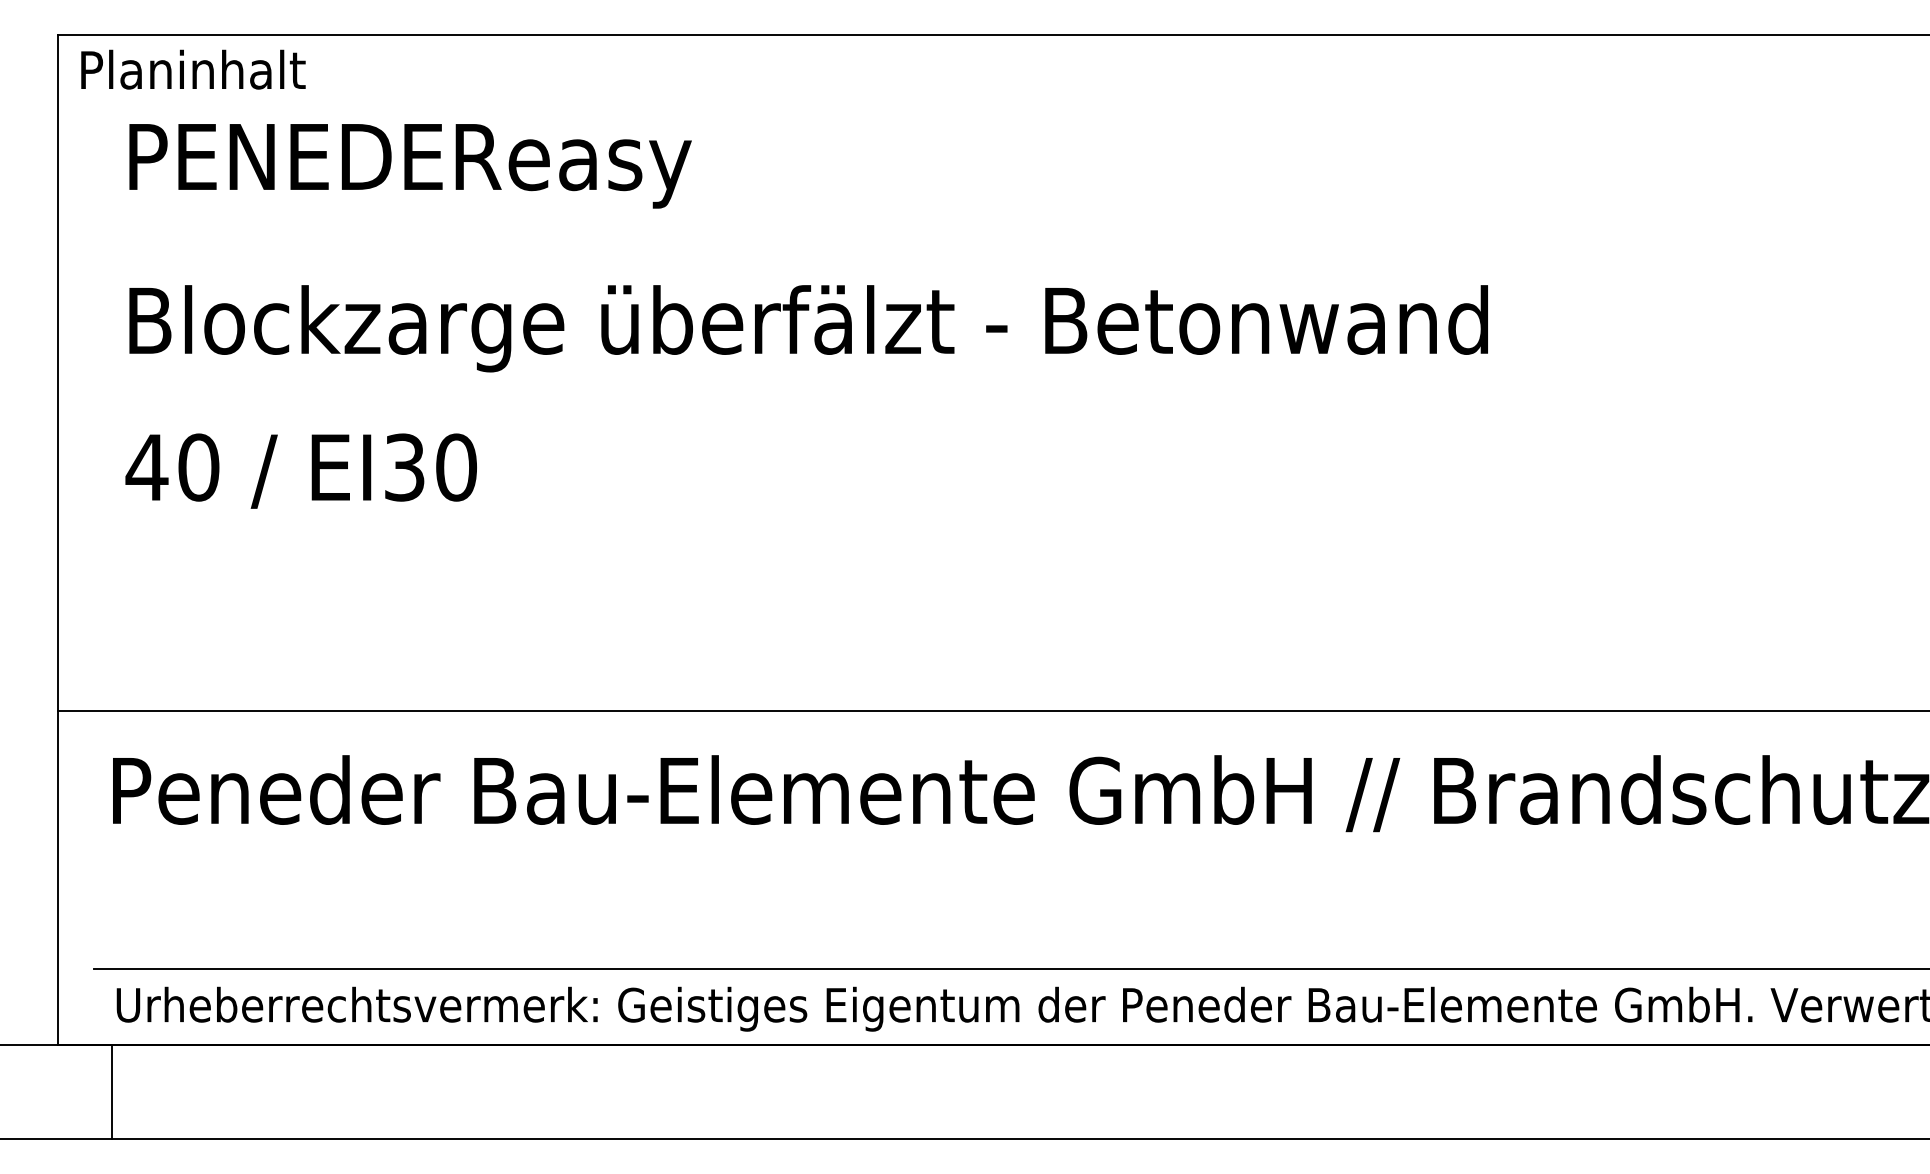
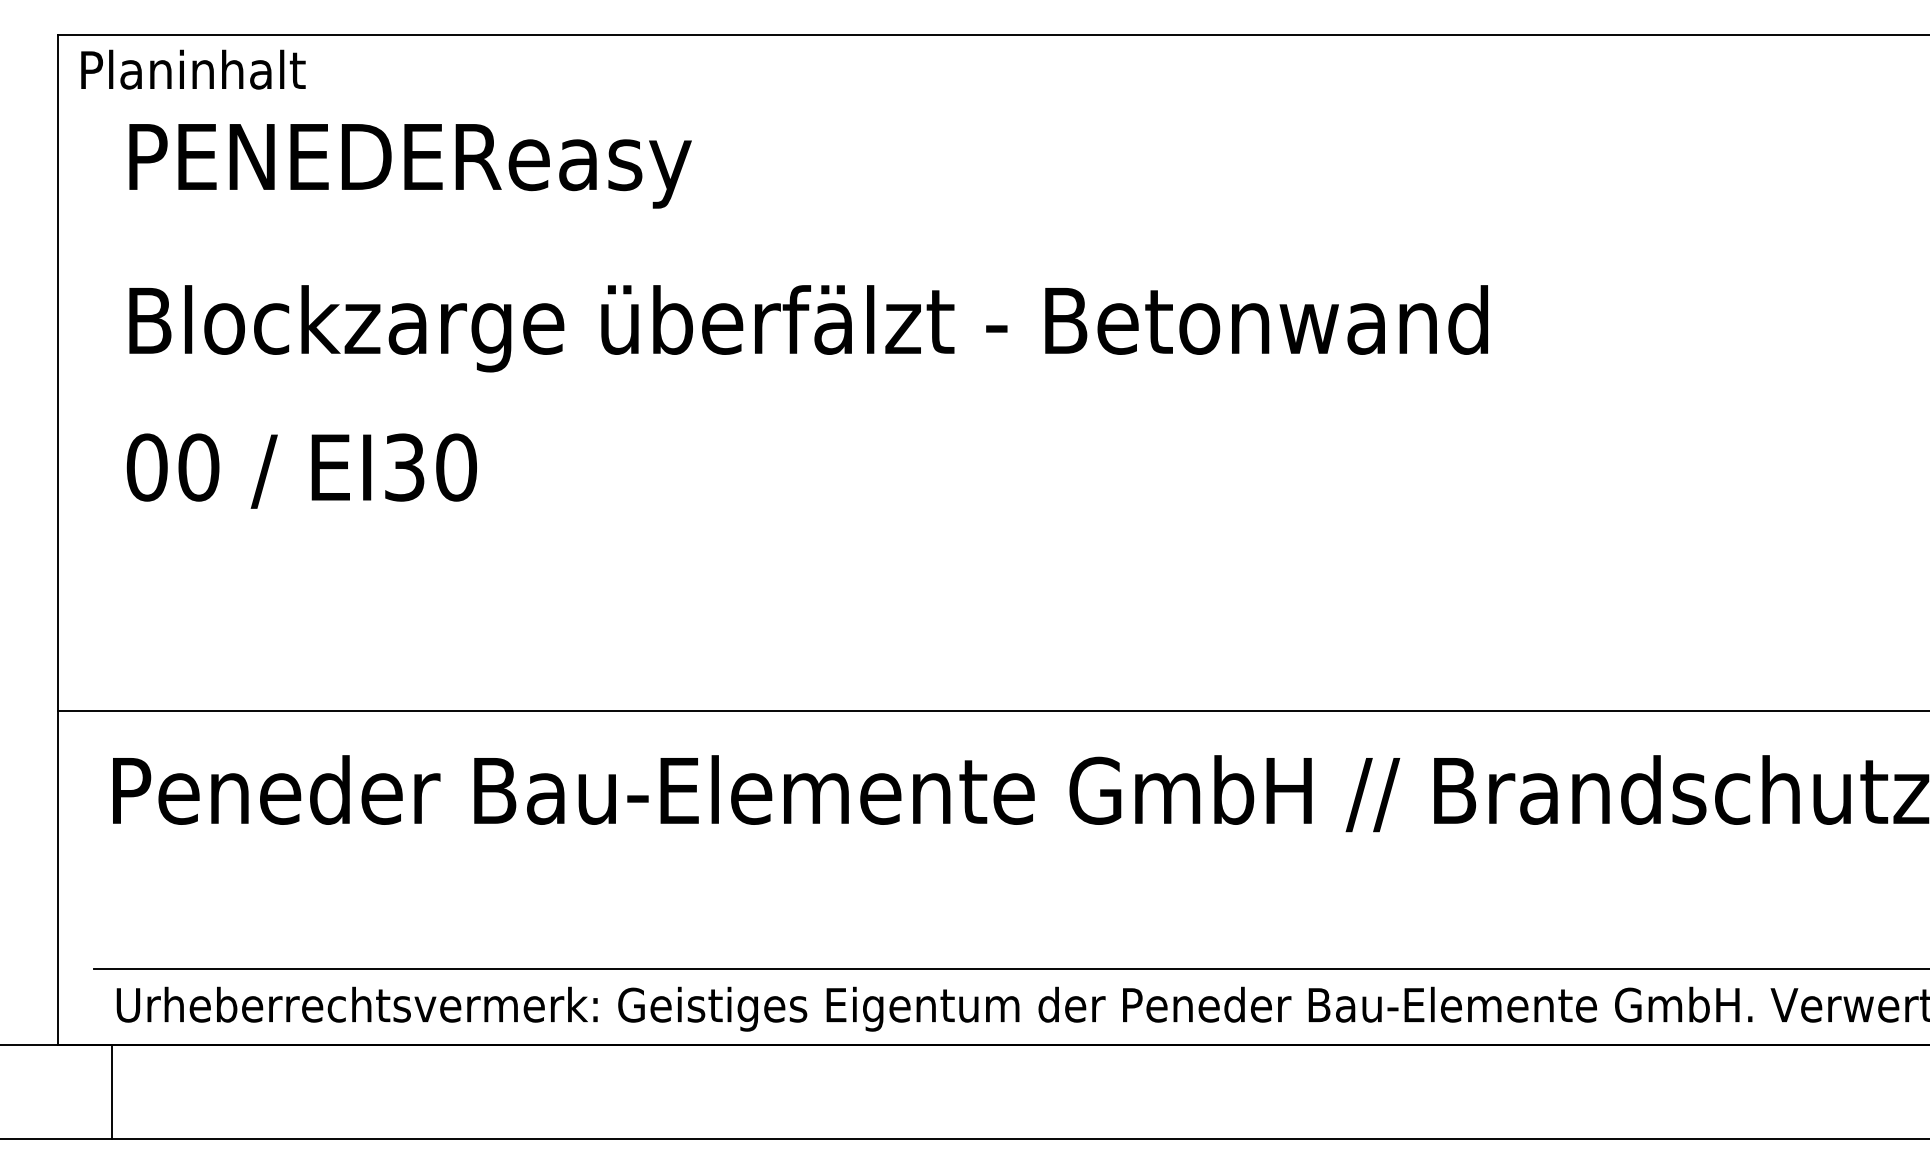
text at (146, 467): 40 -> 00
